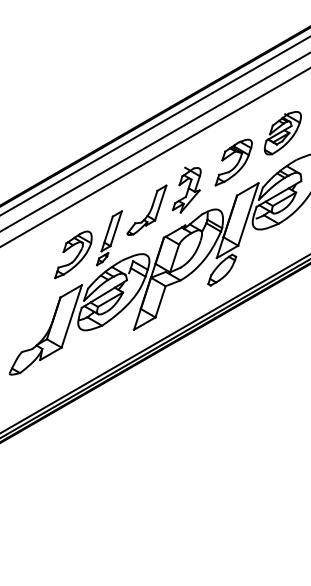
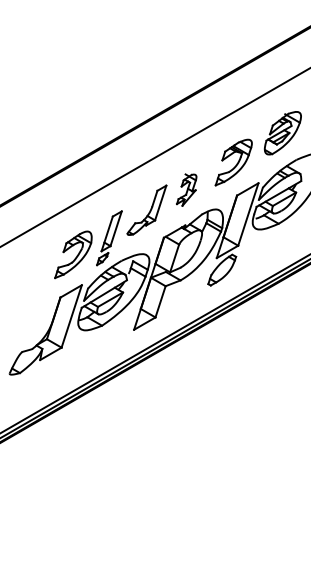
line at (154, 126): present -> none
line at (154, 142): present -> none
part at (186, 189) size: 31x48 px -> 22x34 px
